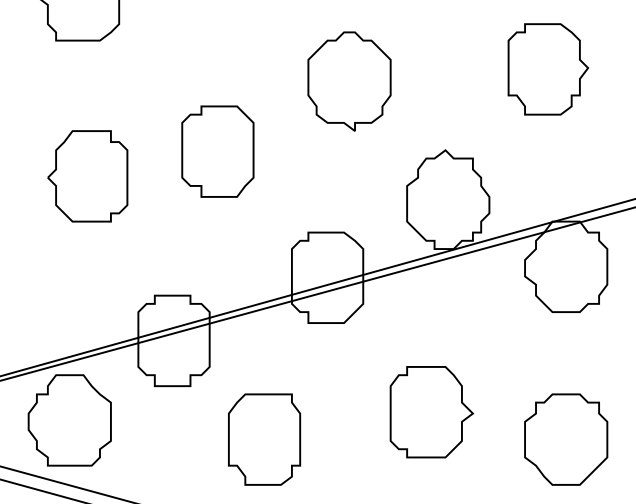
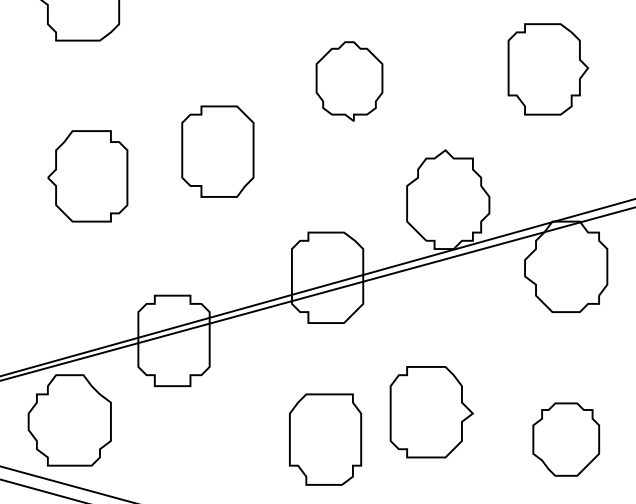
part at (349, 81) size: 85x101 px -> 69x81 px
part at (264, 439) position: (264, 439) -> (325, 439)
part at (566, 439) size: 85x93 px -> 69x75 px
